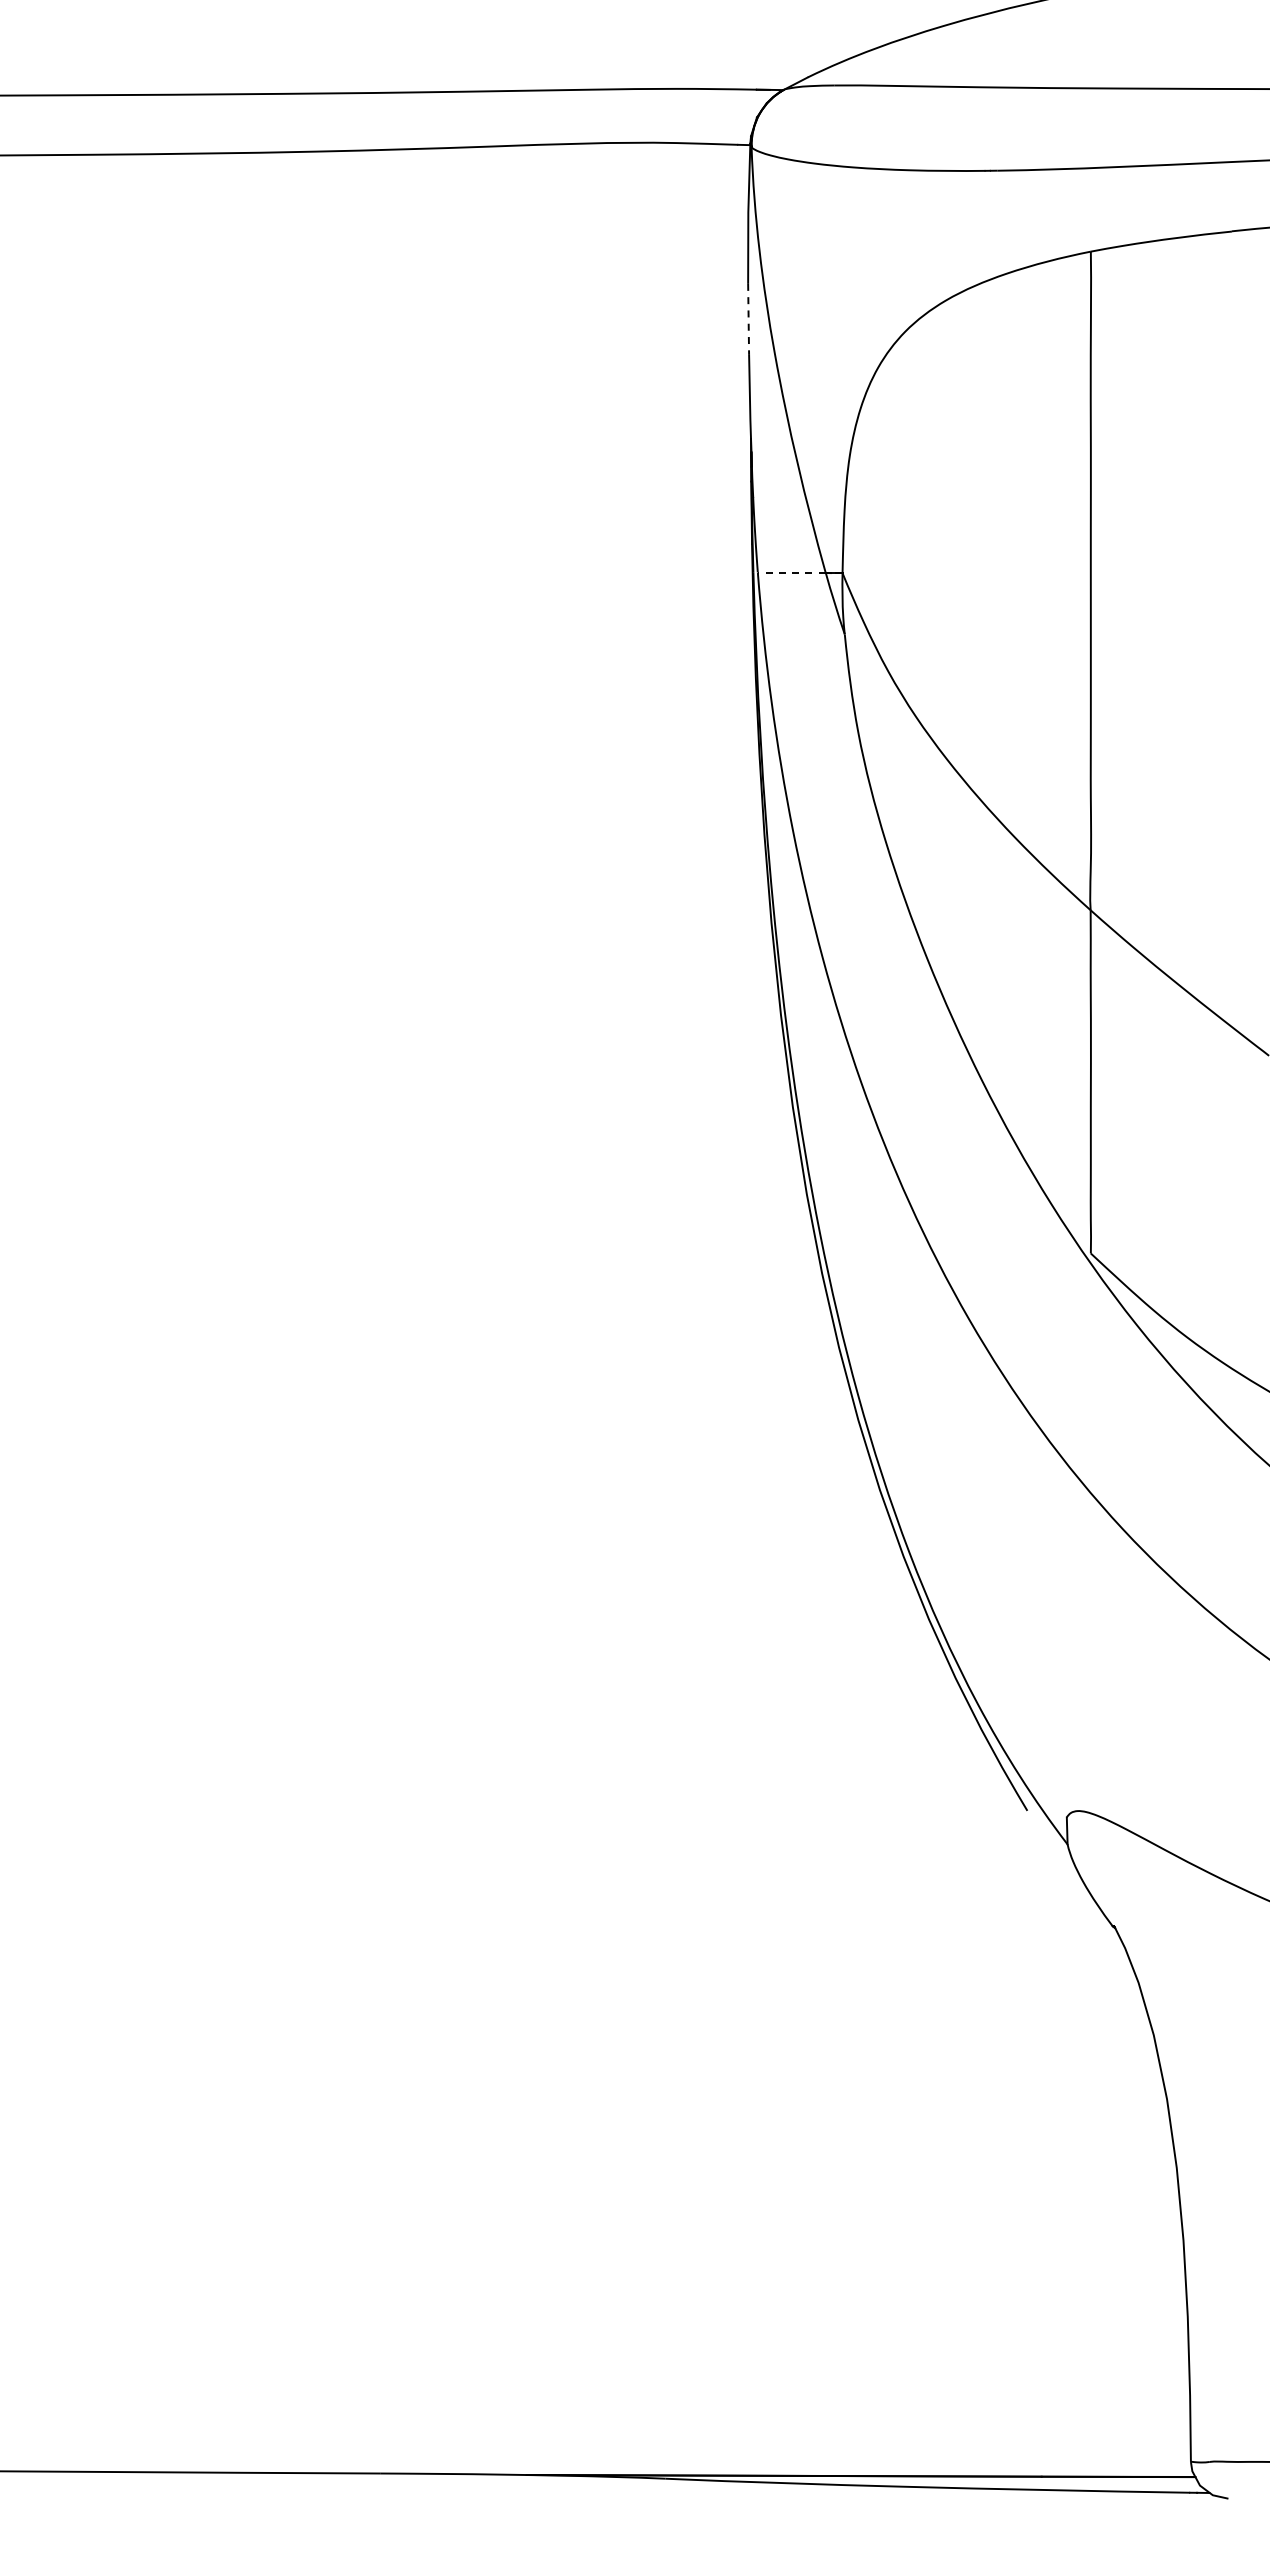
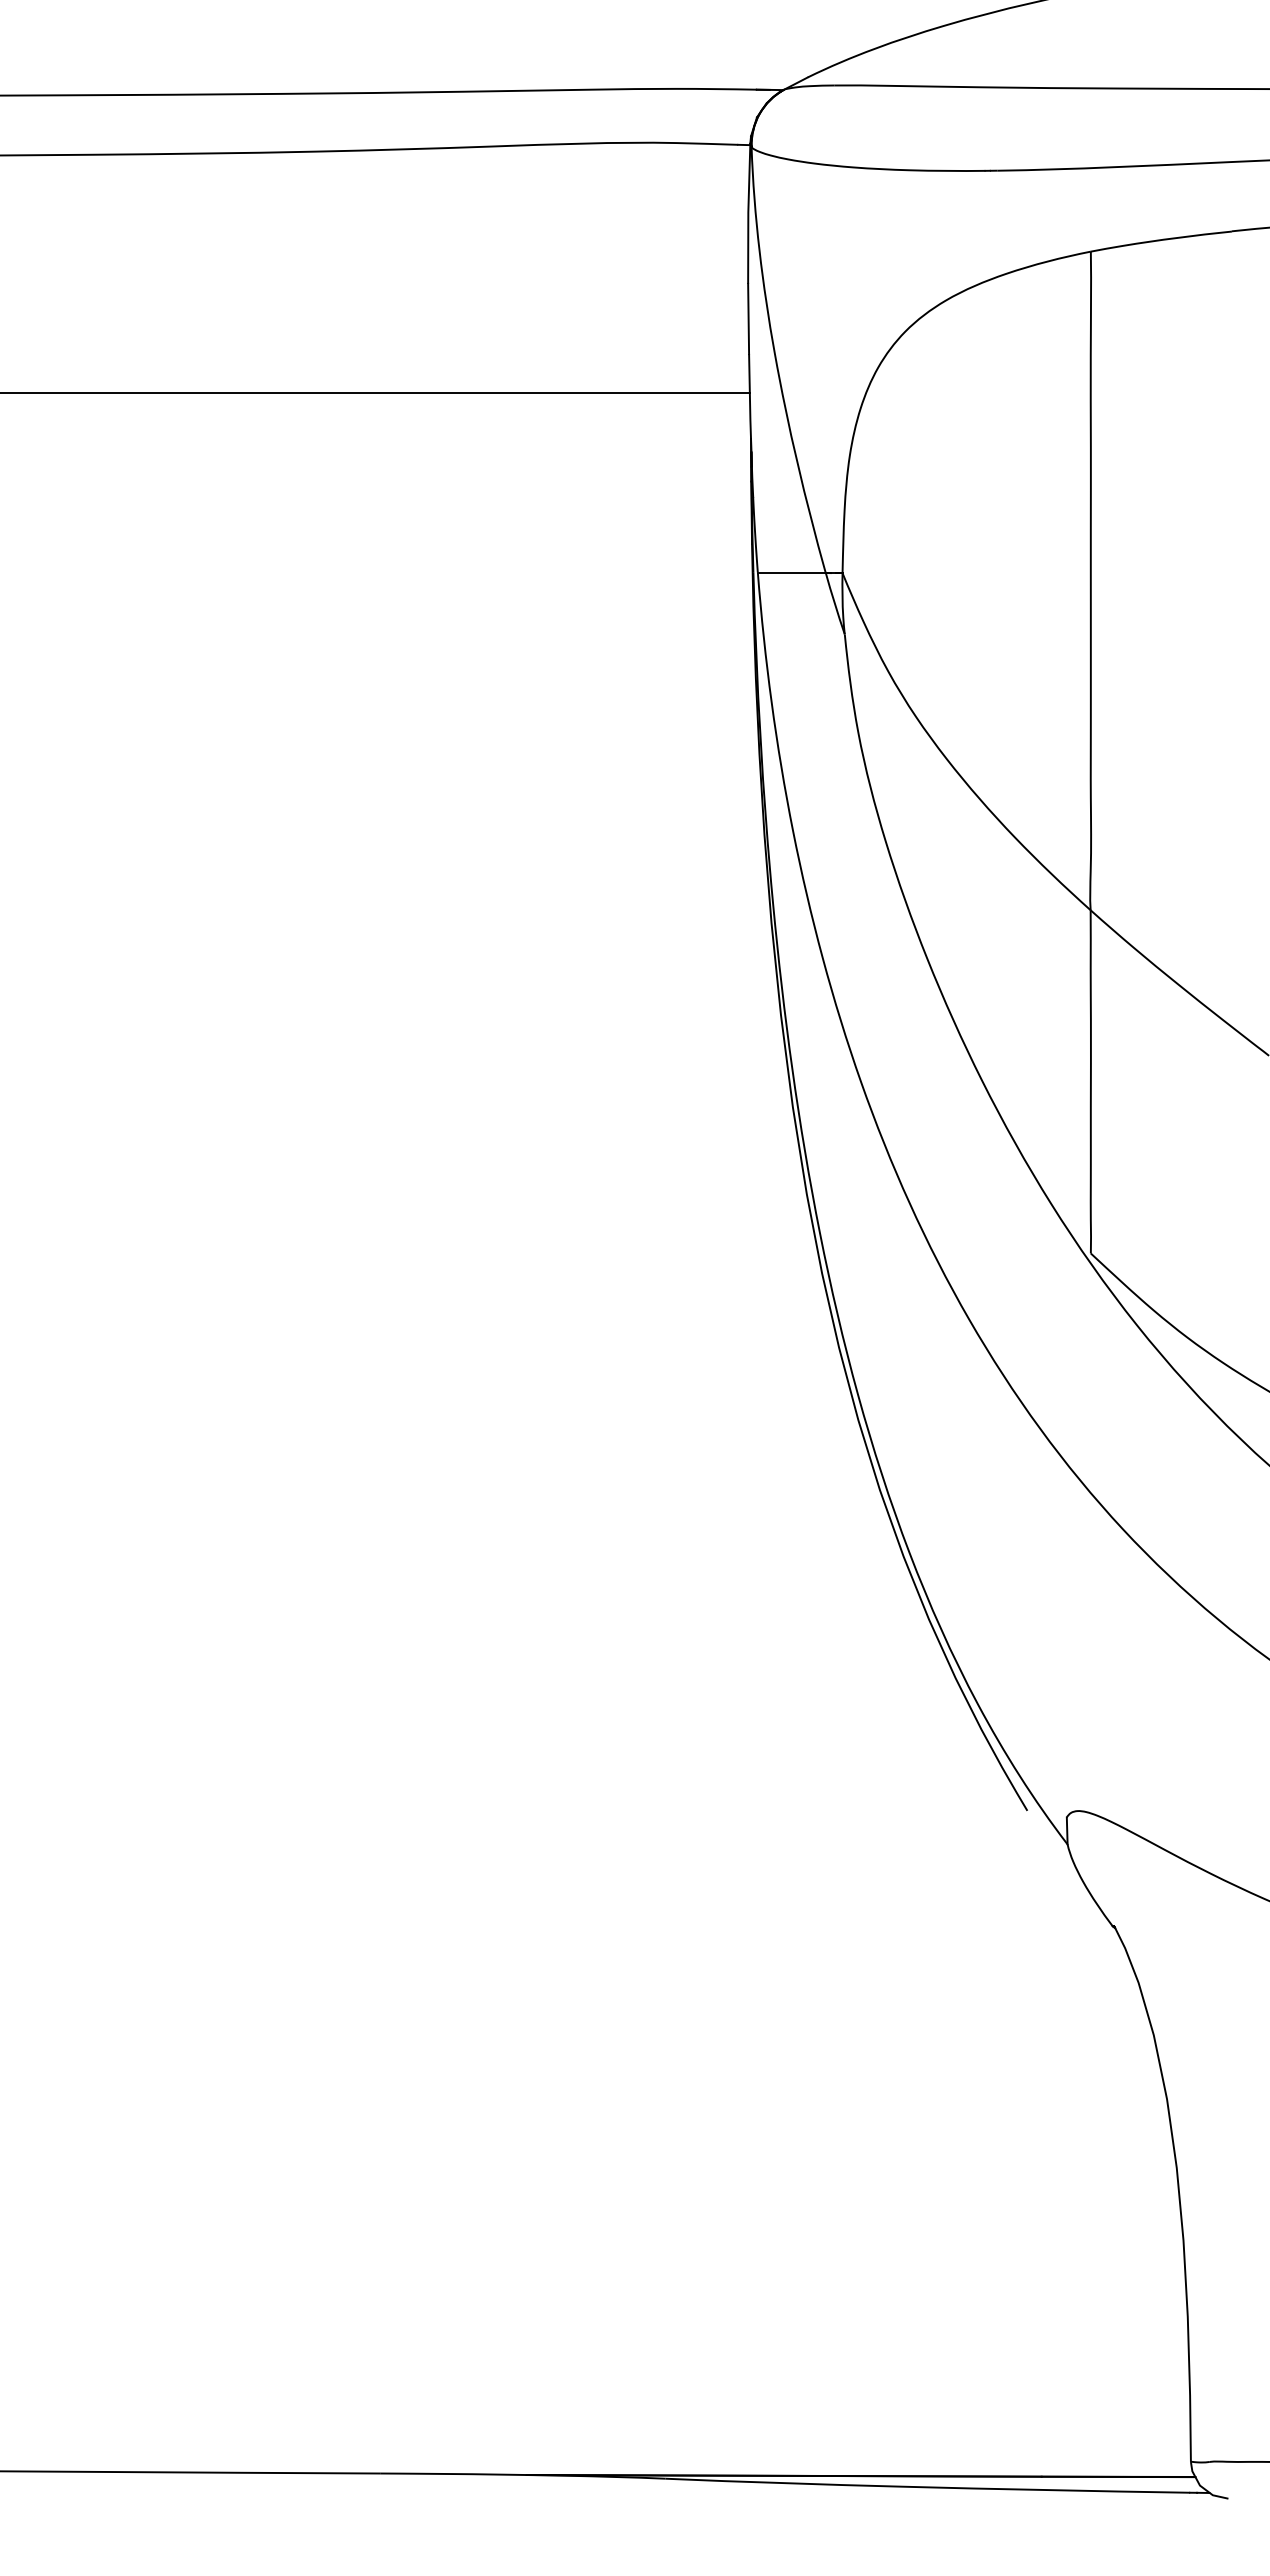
line at (748, 319): dashed -> solid
line at (375, 392): none -> present
line at (791, 573): dashed -> solid
